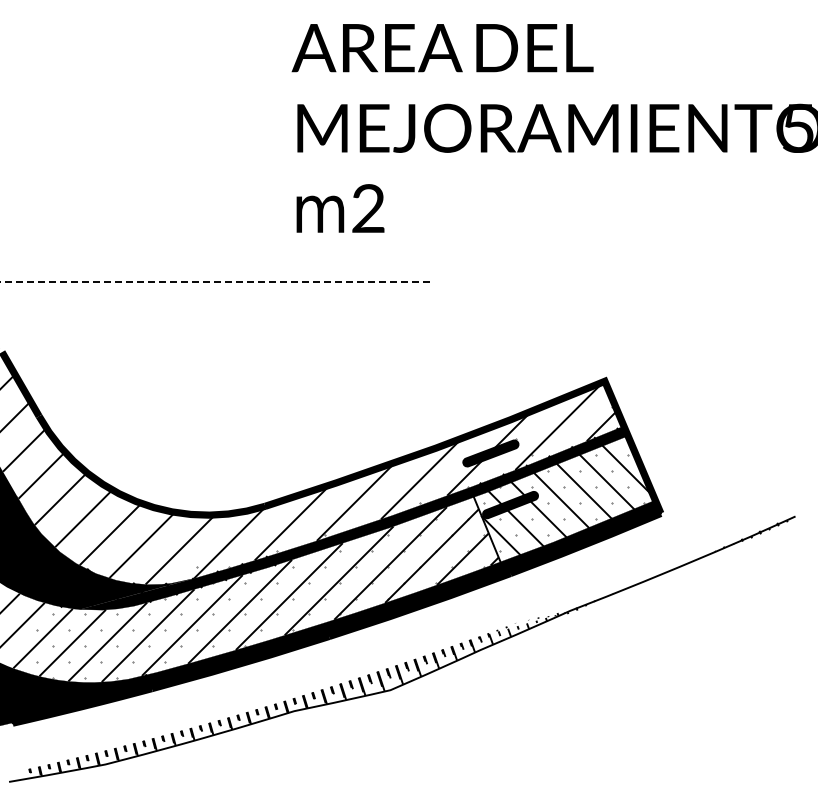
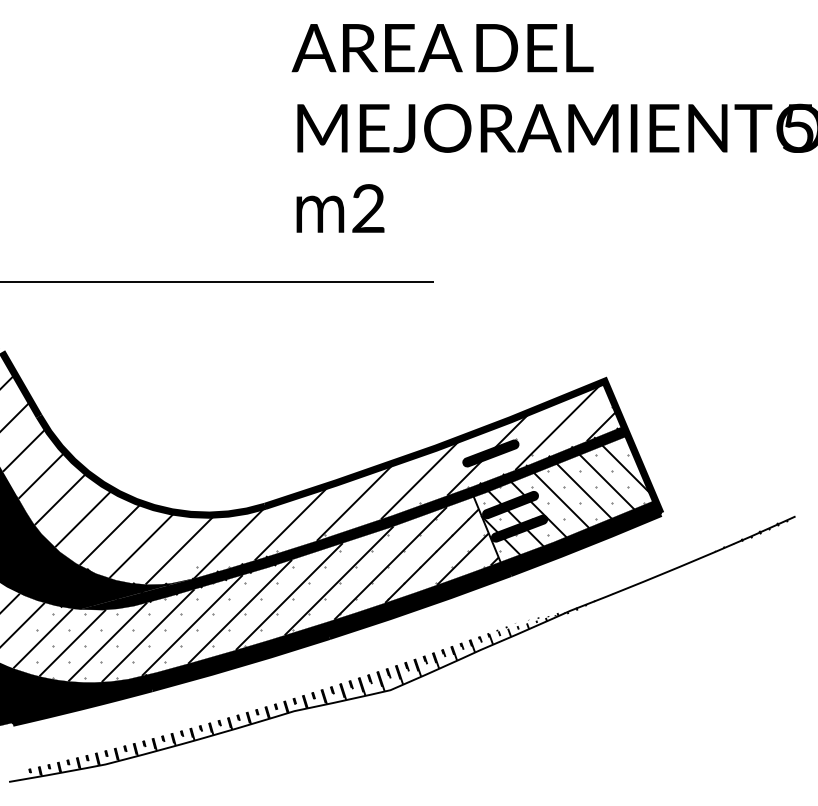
line at (217, 281): dashed -> solid
fill at (519, 528): none -> present
